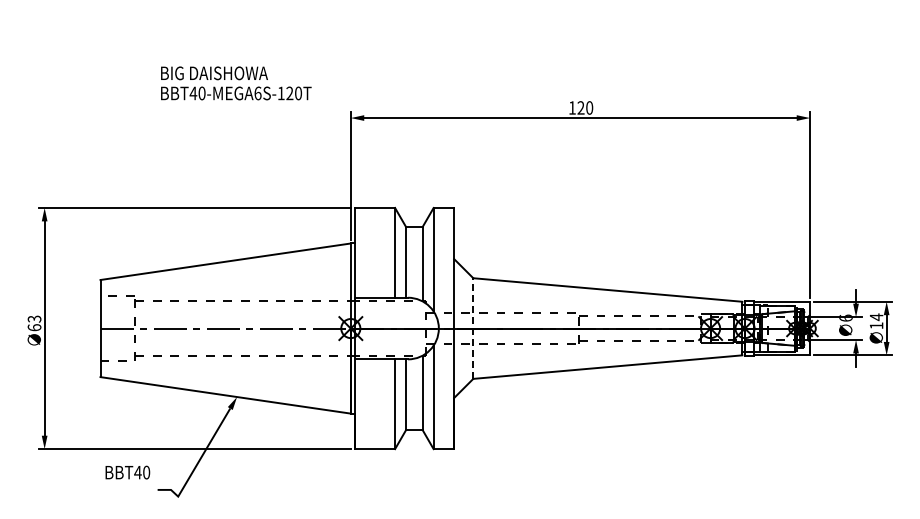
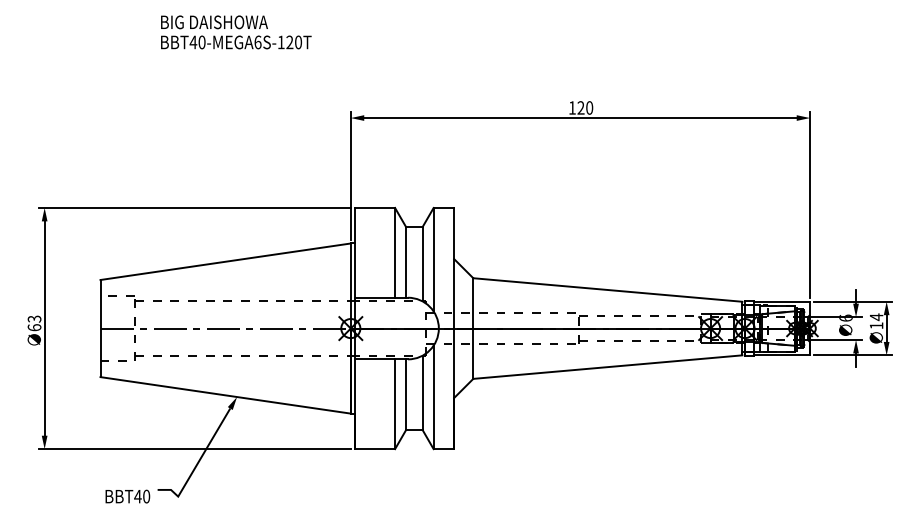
text at (236, 83) position: (236, 83) -> (236, 32)
line at (473, 328): dashed -> solid
text at (127, 472) position: (127, 472) -> (127, 496)
